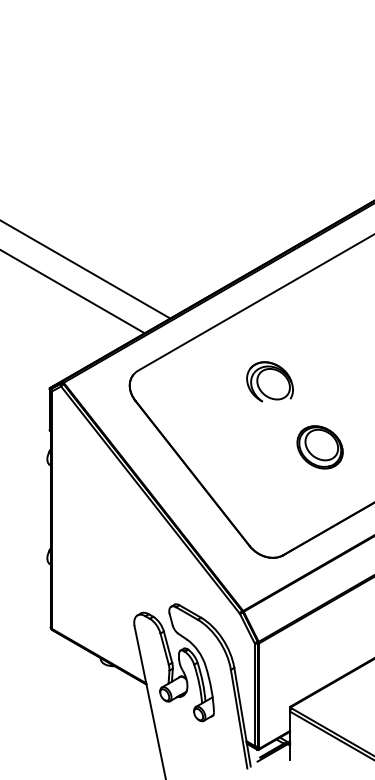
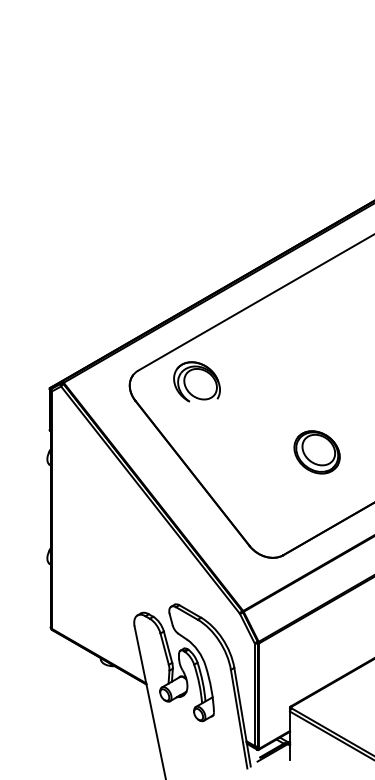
line at (86, 269): present -> none
line at (73, 292): present -> none
part at (269, 381) position: (269, 381) -> (196, 381)
part at (319, 447) position: (319, 447) -> (316, 452)
